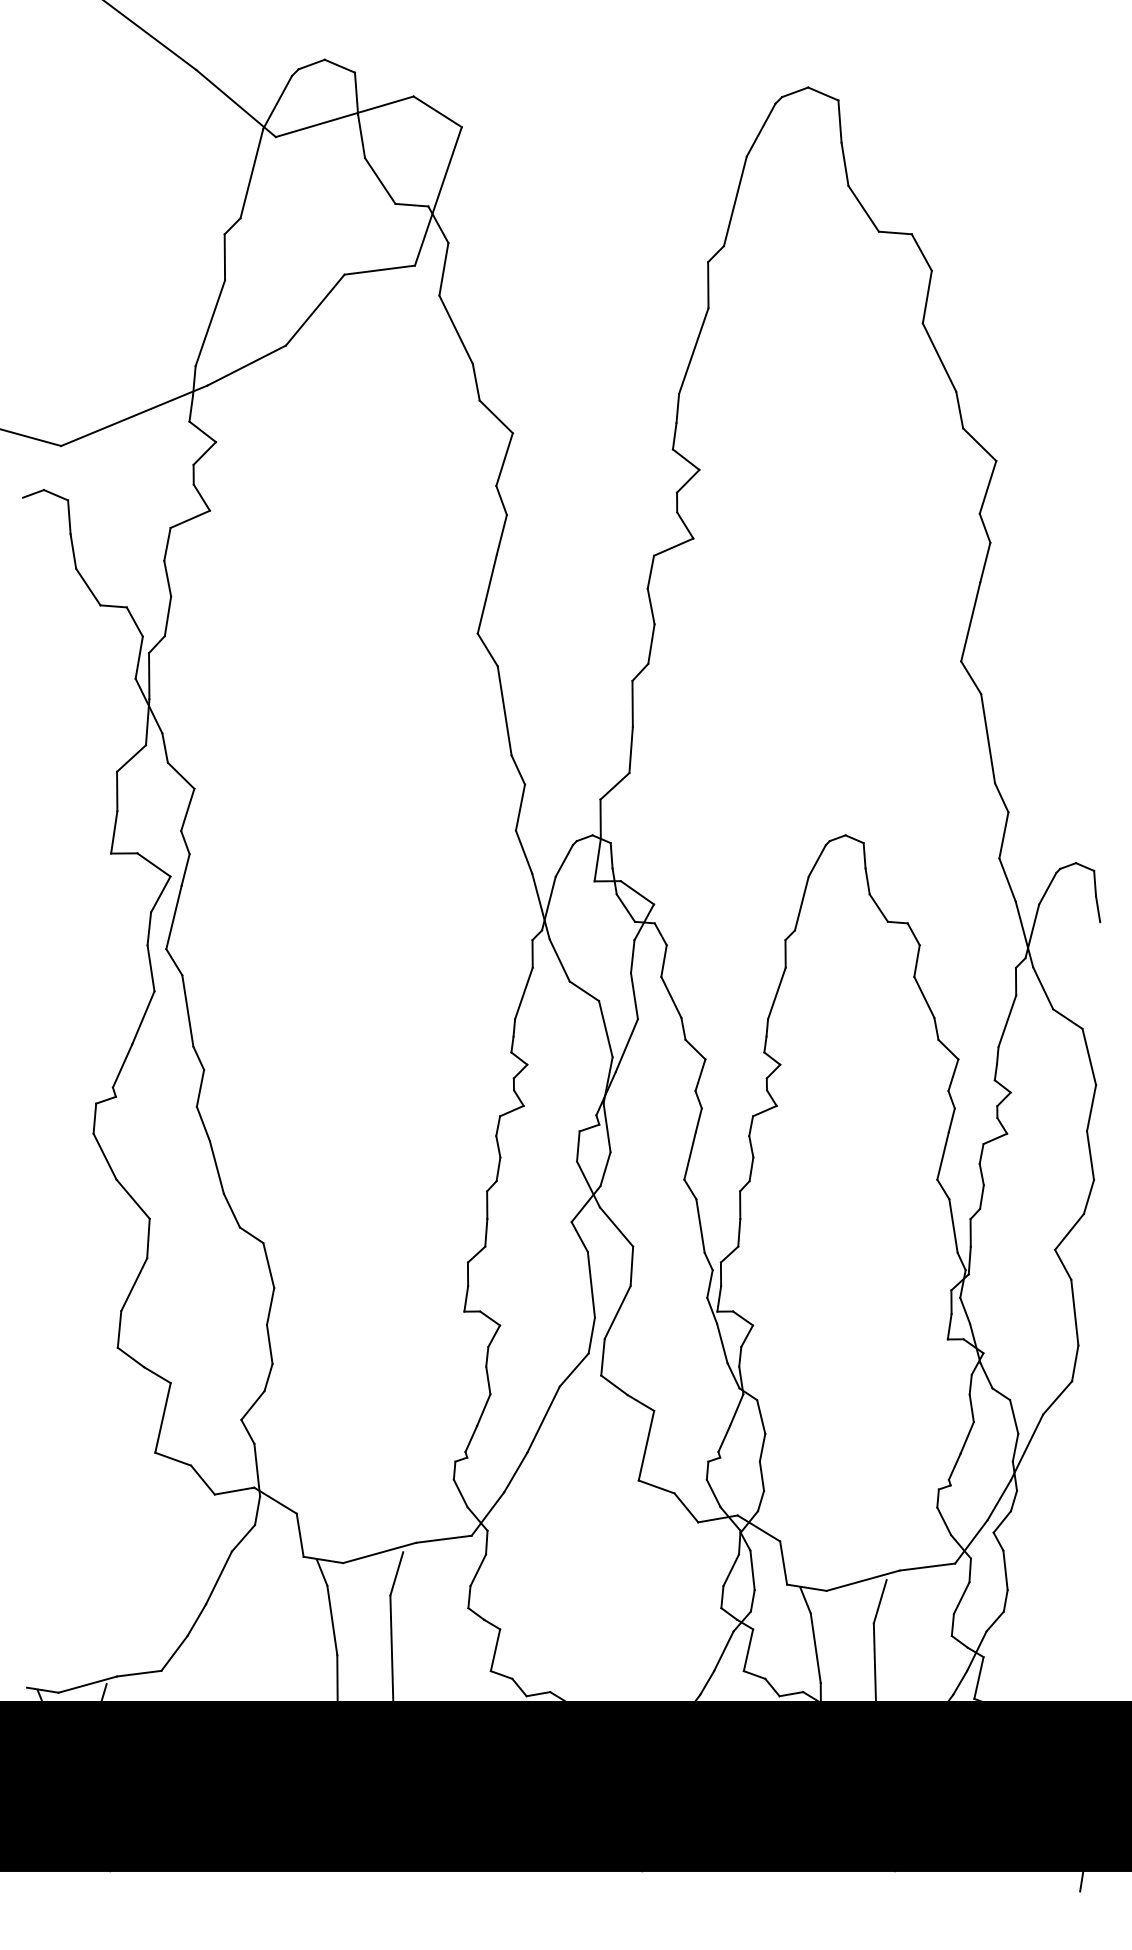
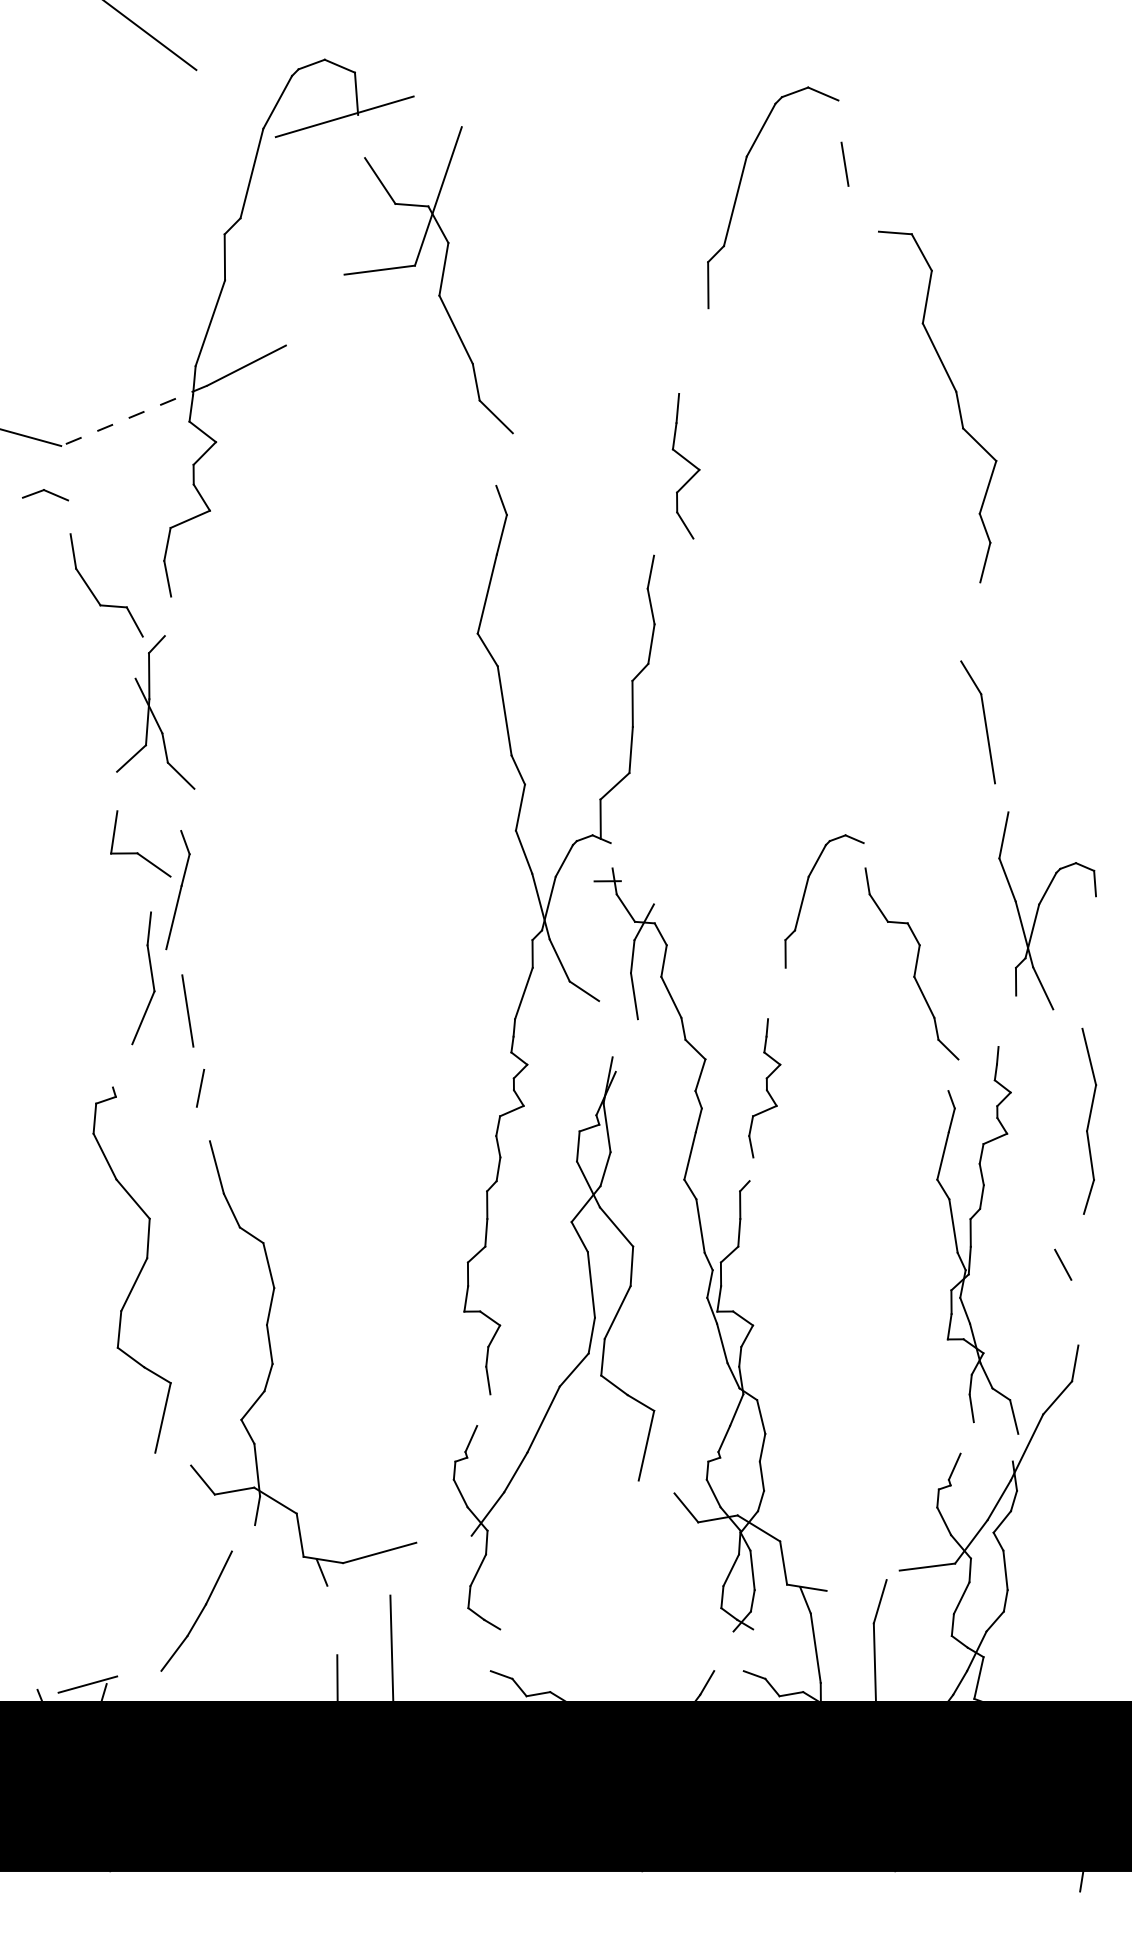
line at (235, 103): present -> none
line at (437, 111): present -> none
line at (839, 121): present -> none
line at (361, 136): present -> none
line at (863, 208): present -> none
line at (314, 309): present -> none
line at (693, 350): present -> none
line at (133, 416): solid -> dashed
line at (504, 459): present -> none
line at (69, 517): present -> none
line at (673, 546): present -> none
line at (167, 616): present -> none
line at (970, 621): present -> none
line at (138, 657): present -> none
line at (117, 791): present -> none
line at (1001, 797): present -> none
line at (187, 809): present -> none
line at (611, 855): present -> none
line at (864, 855): present -> none
line at (597, 860): present -> none
line at (636, 892): present -> none
line at (160, 894): present -> none
line at (1098, 909): present -> none
line at (174, 962): present -> none
line at (776, 993): present -> none
line at (1067, 1018): present -> none
line at (1007, 1020): present -> none
line at (605, 1029): present -> none
line at (626, 1045): present -> none
line at (198, 1057): present -> none
line at (122, 1065): present -> none
line at (953, 1075): present -> none
line at (202, 1123): present -> none
line at (751, 1169): present -> none
line at (1069, 1231): present -> none
line at (1074, 1312): present -> none
line at (483, 1409): present -> none
line at (966, 1437): present -> none
line at (1015, 1447): present -> none
line at (173, 1458): present -> none
line at (656, 1486): present -> none
line at (243, 1538): present -> none
line at (443, 1538): present -> none
line at (396, 1573): present -> none
line at (862, 1580): present -> none
line at (332, 1620): present -> none
line at (495, 1650): present -> none
line at (748, 1650): present -> none
line at (723, 1651): present -> none
line at (139, 1673): present -> none
line at (42, 1689): present -> none
